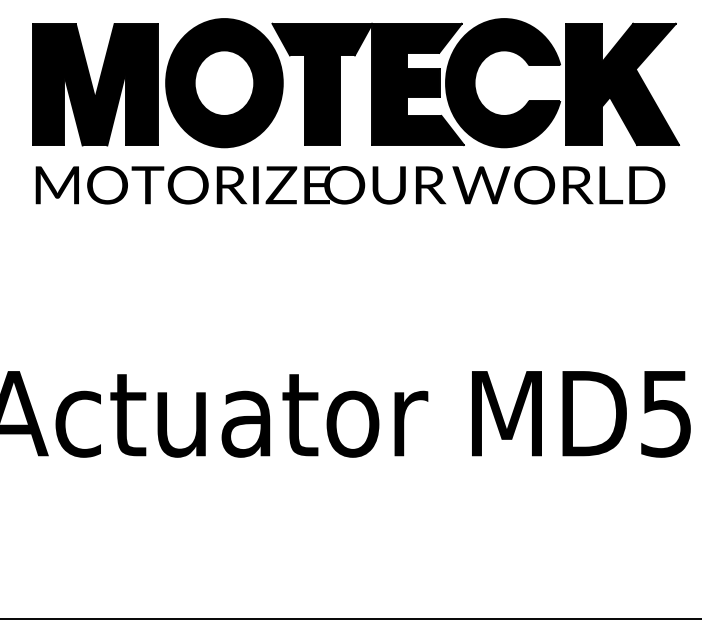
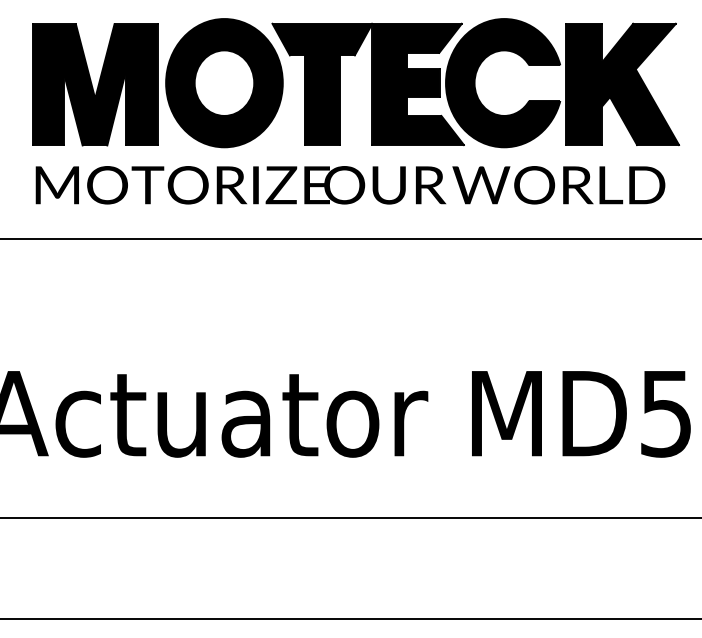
line at (350, 238): none -> present
line at (350, 517): none -> present
